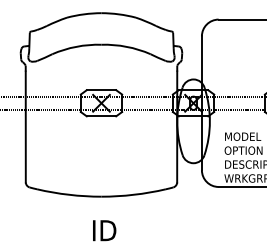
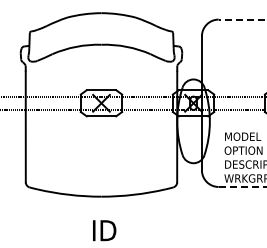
line at (242, 19): solid -> dashed
line at (242, 186): solid -> dashed
